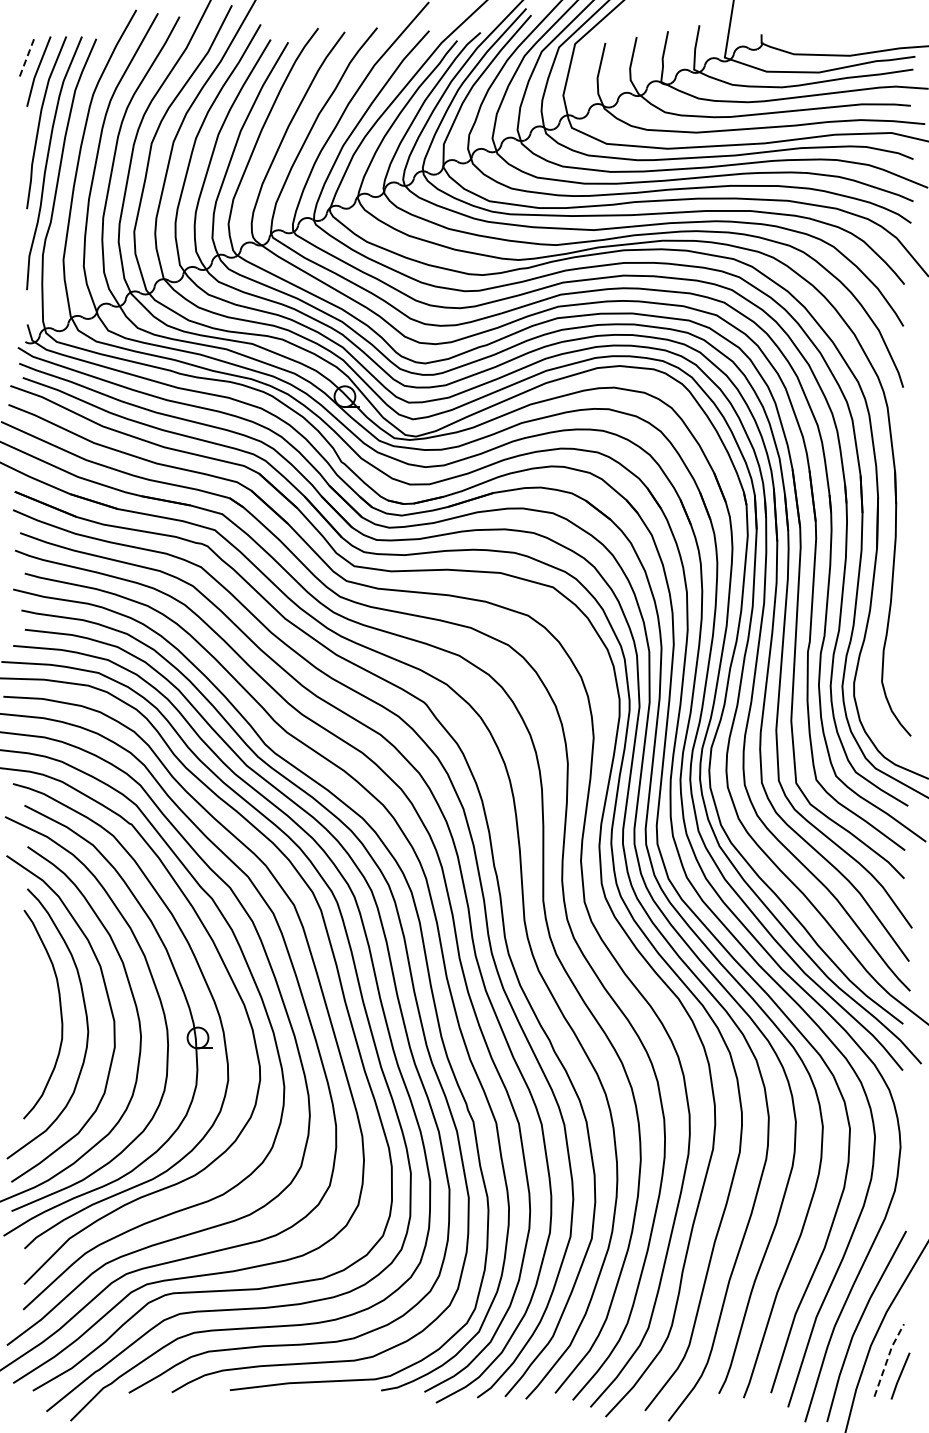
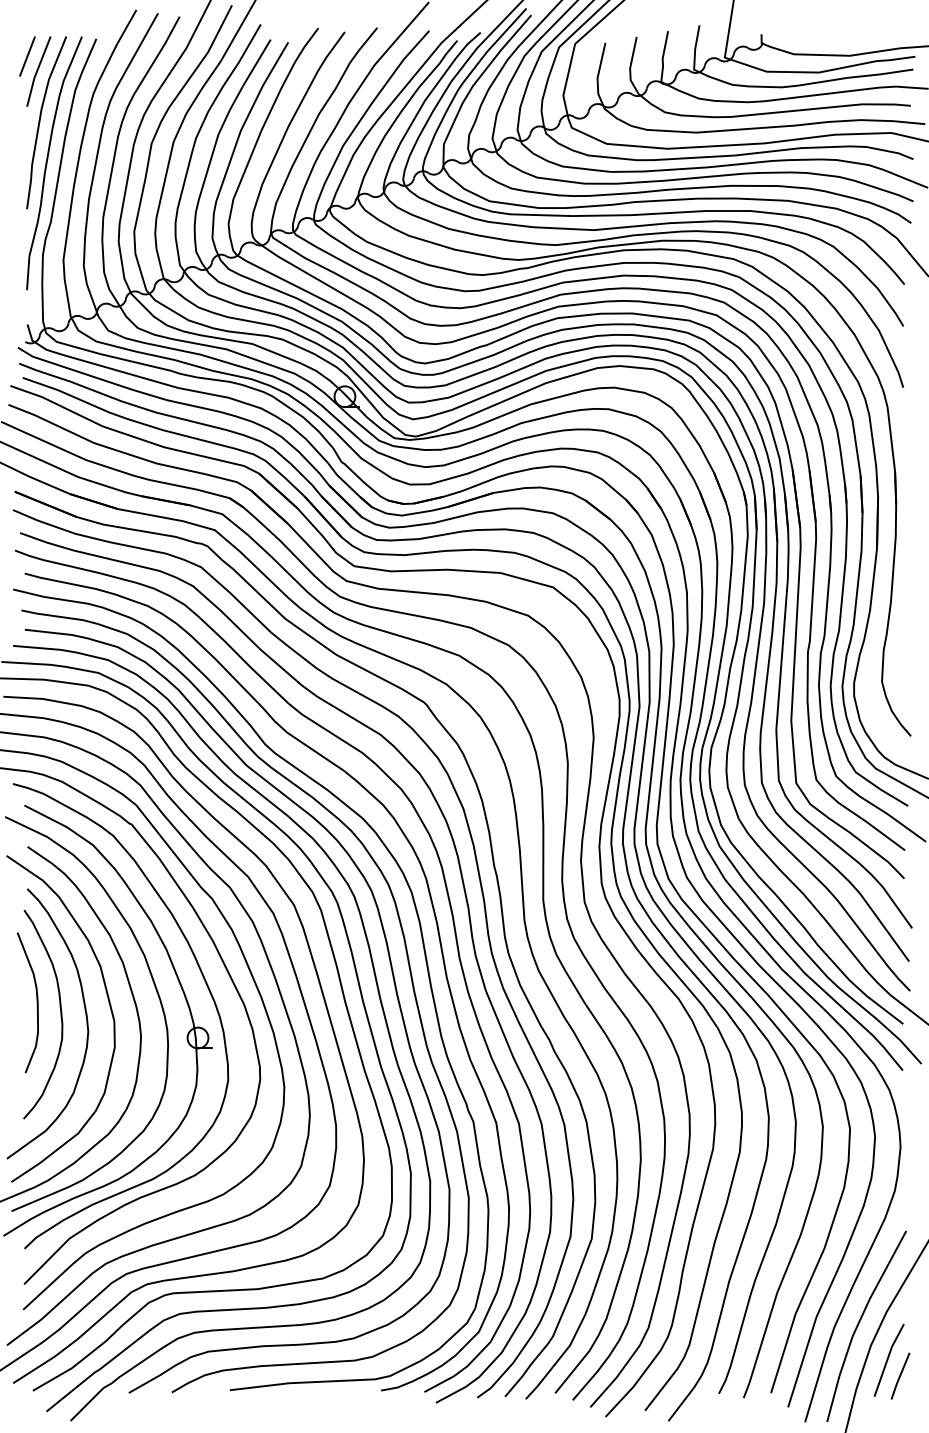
line at (27, 56): dashed -> solid
curve at (36, 1002): none -> present
line at (887, 1358): dashed -> solid
